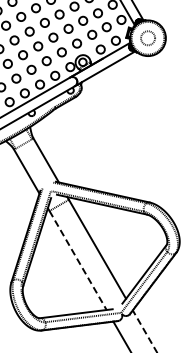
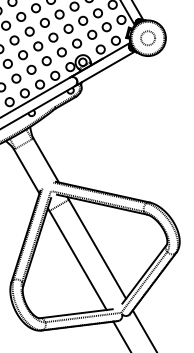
line at (78, 260): dashed -> solid
line at (144, 331): dashed -> solid
